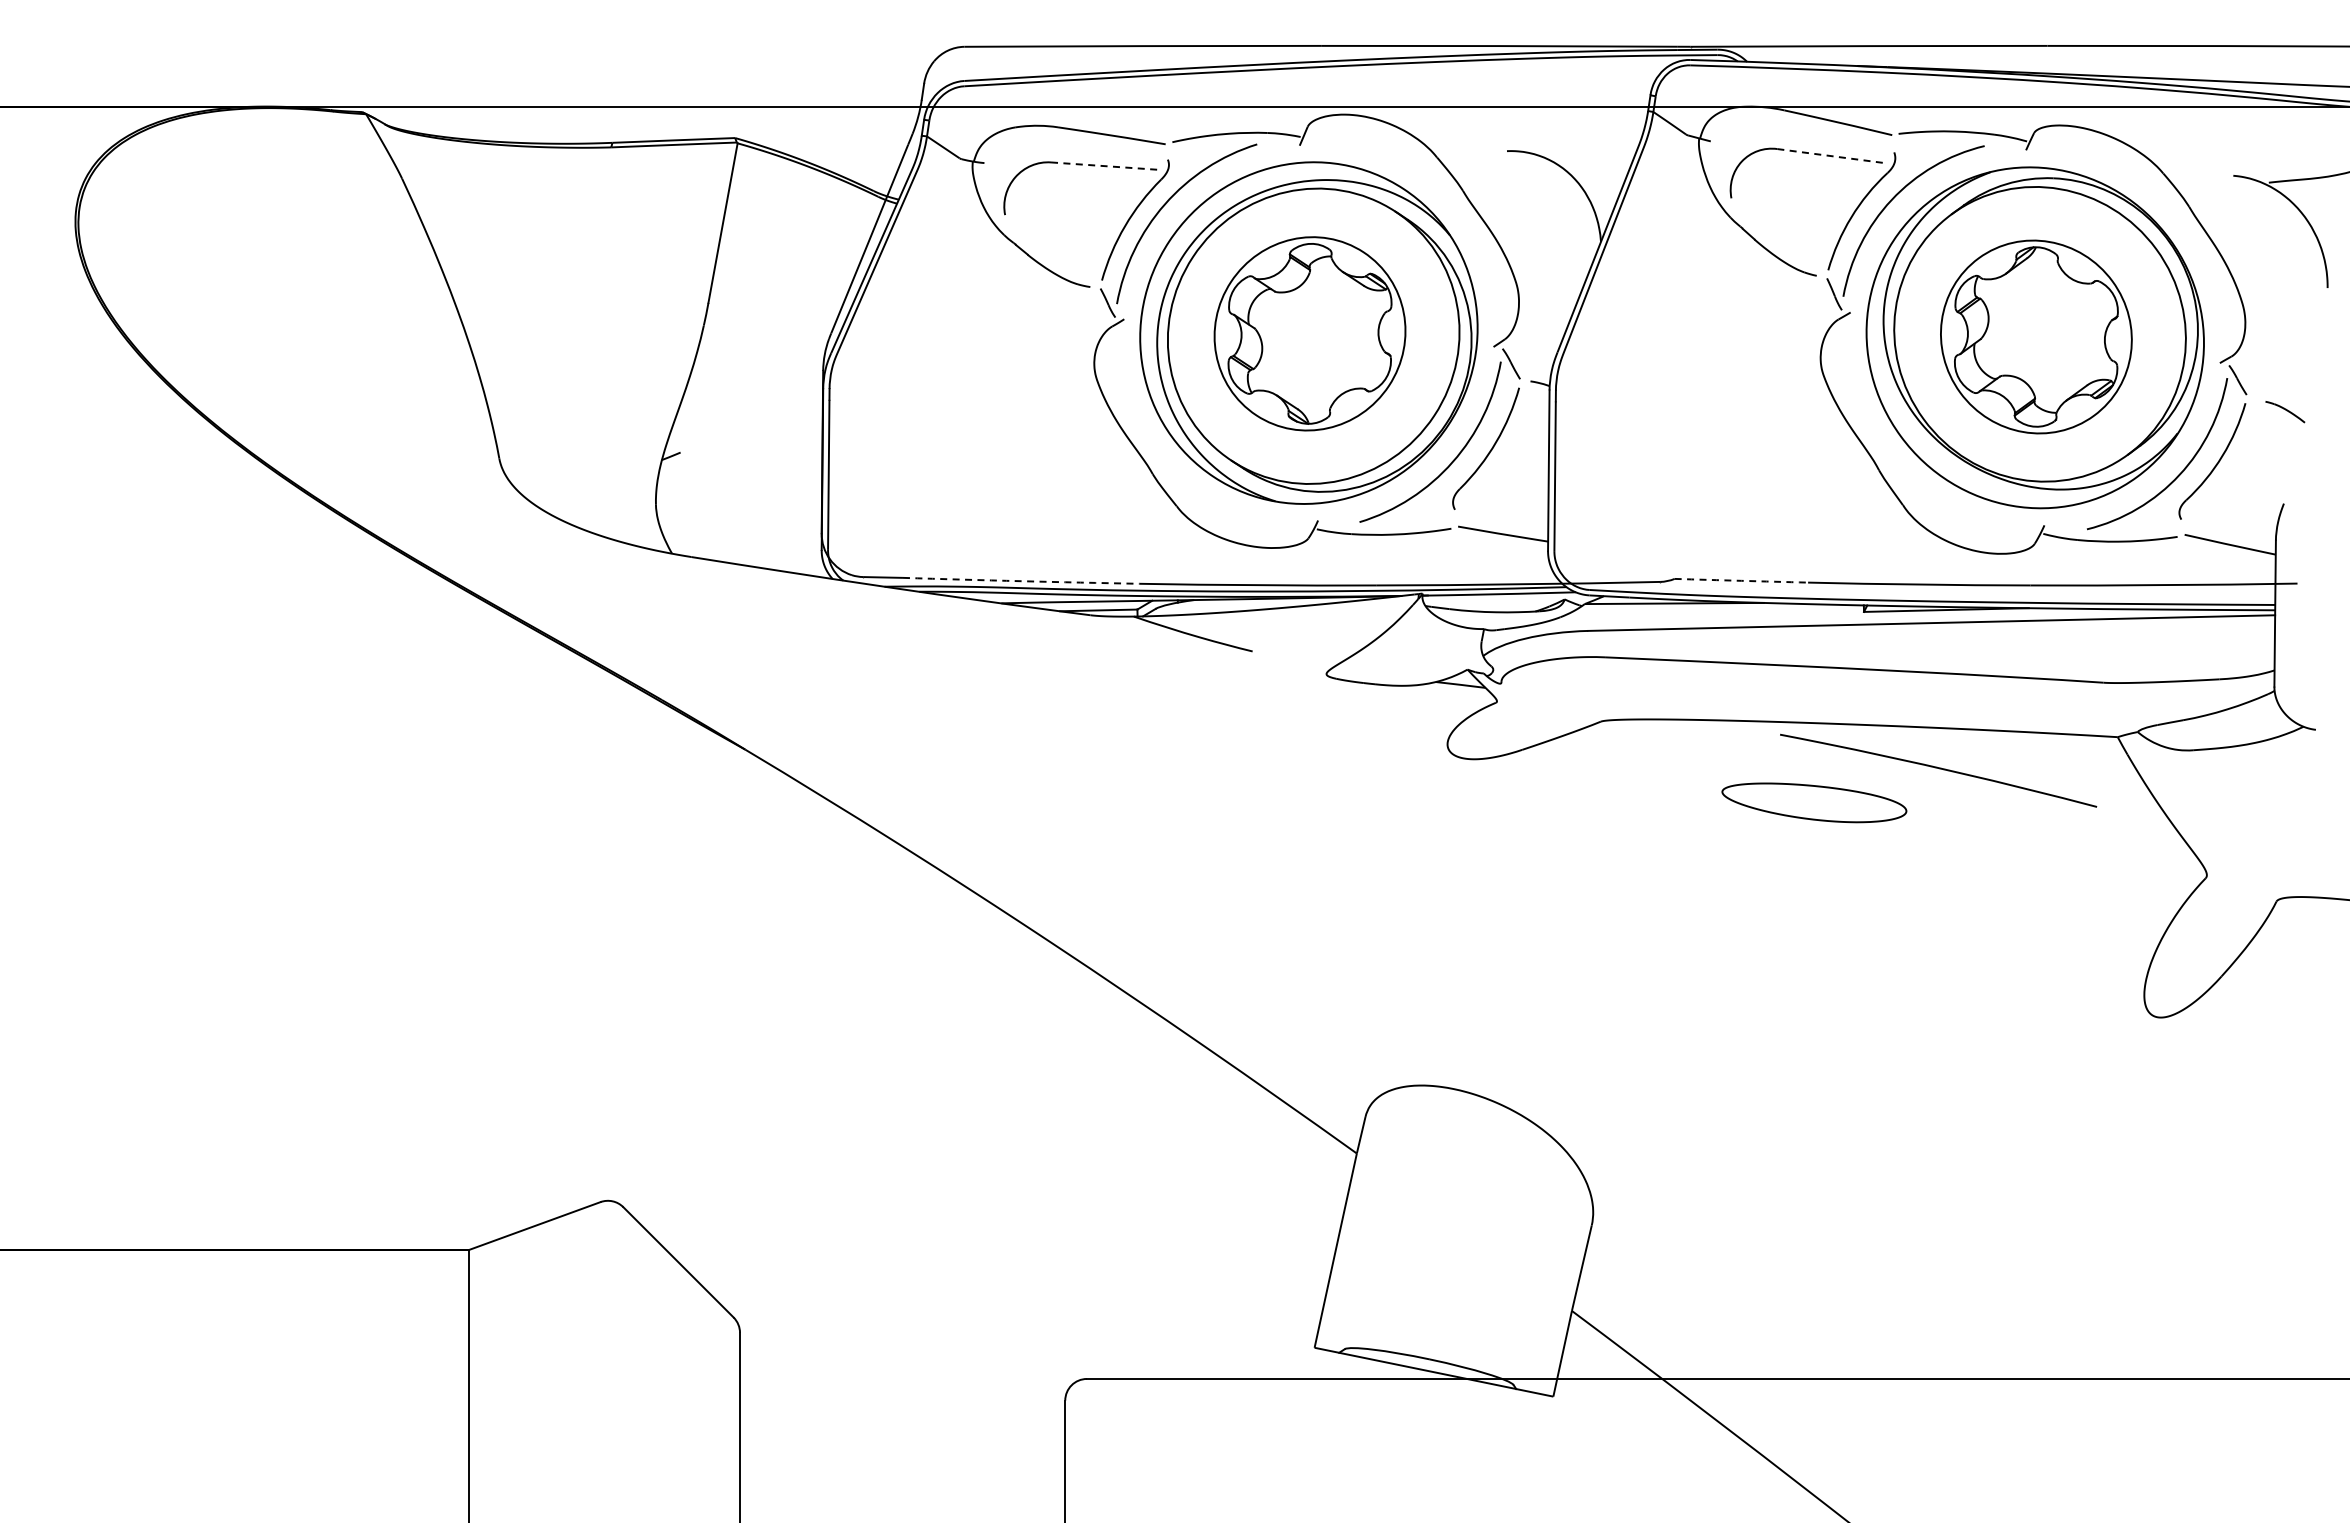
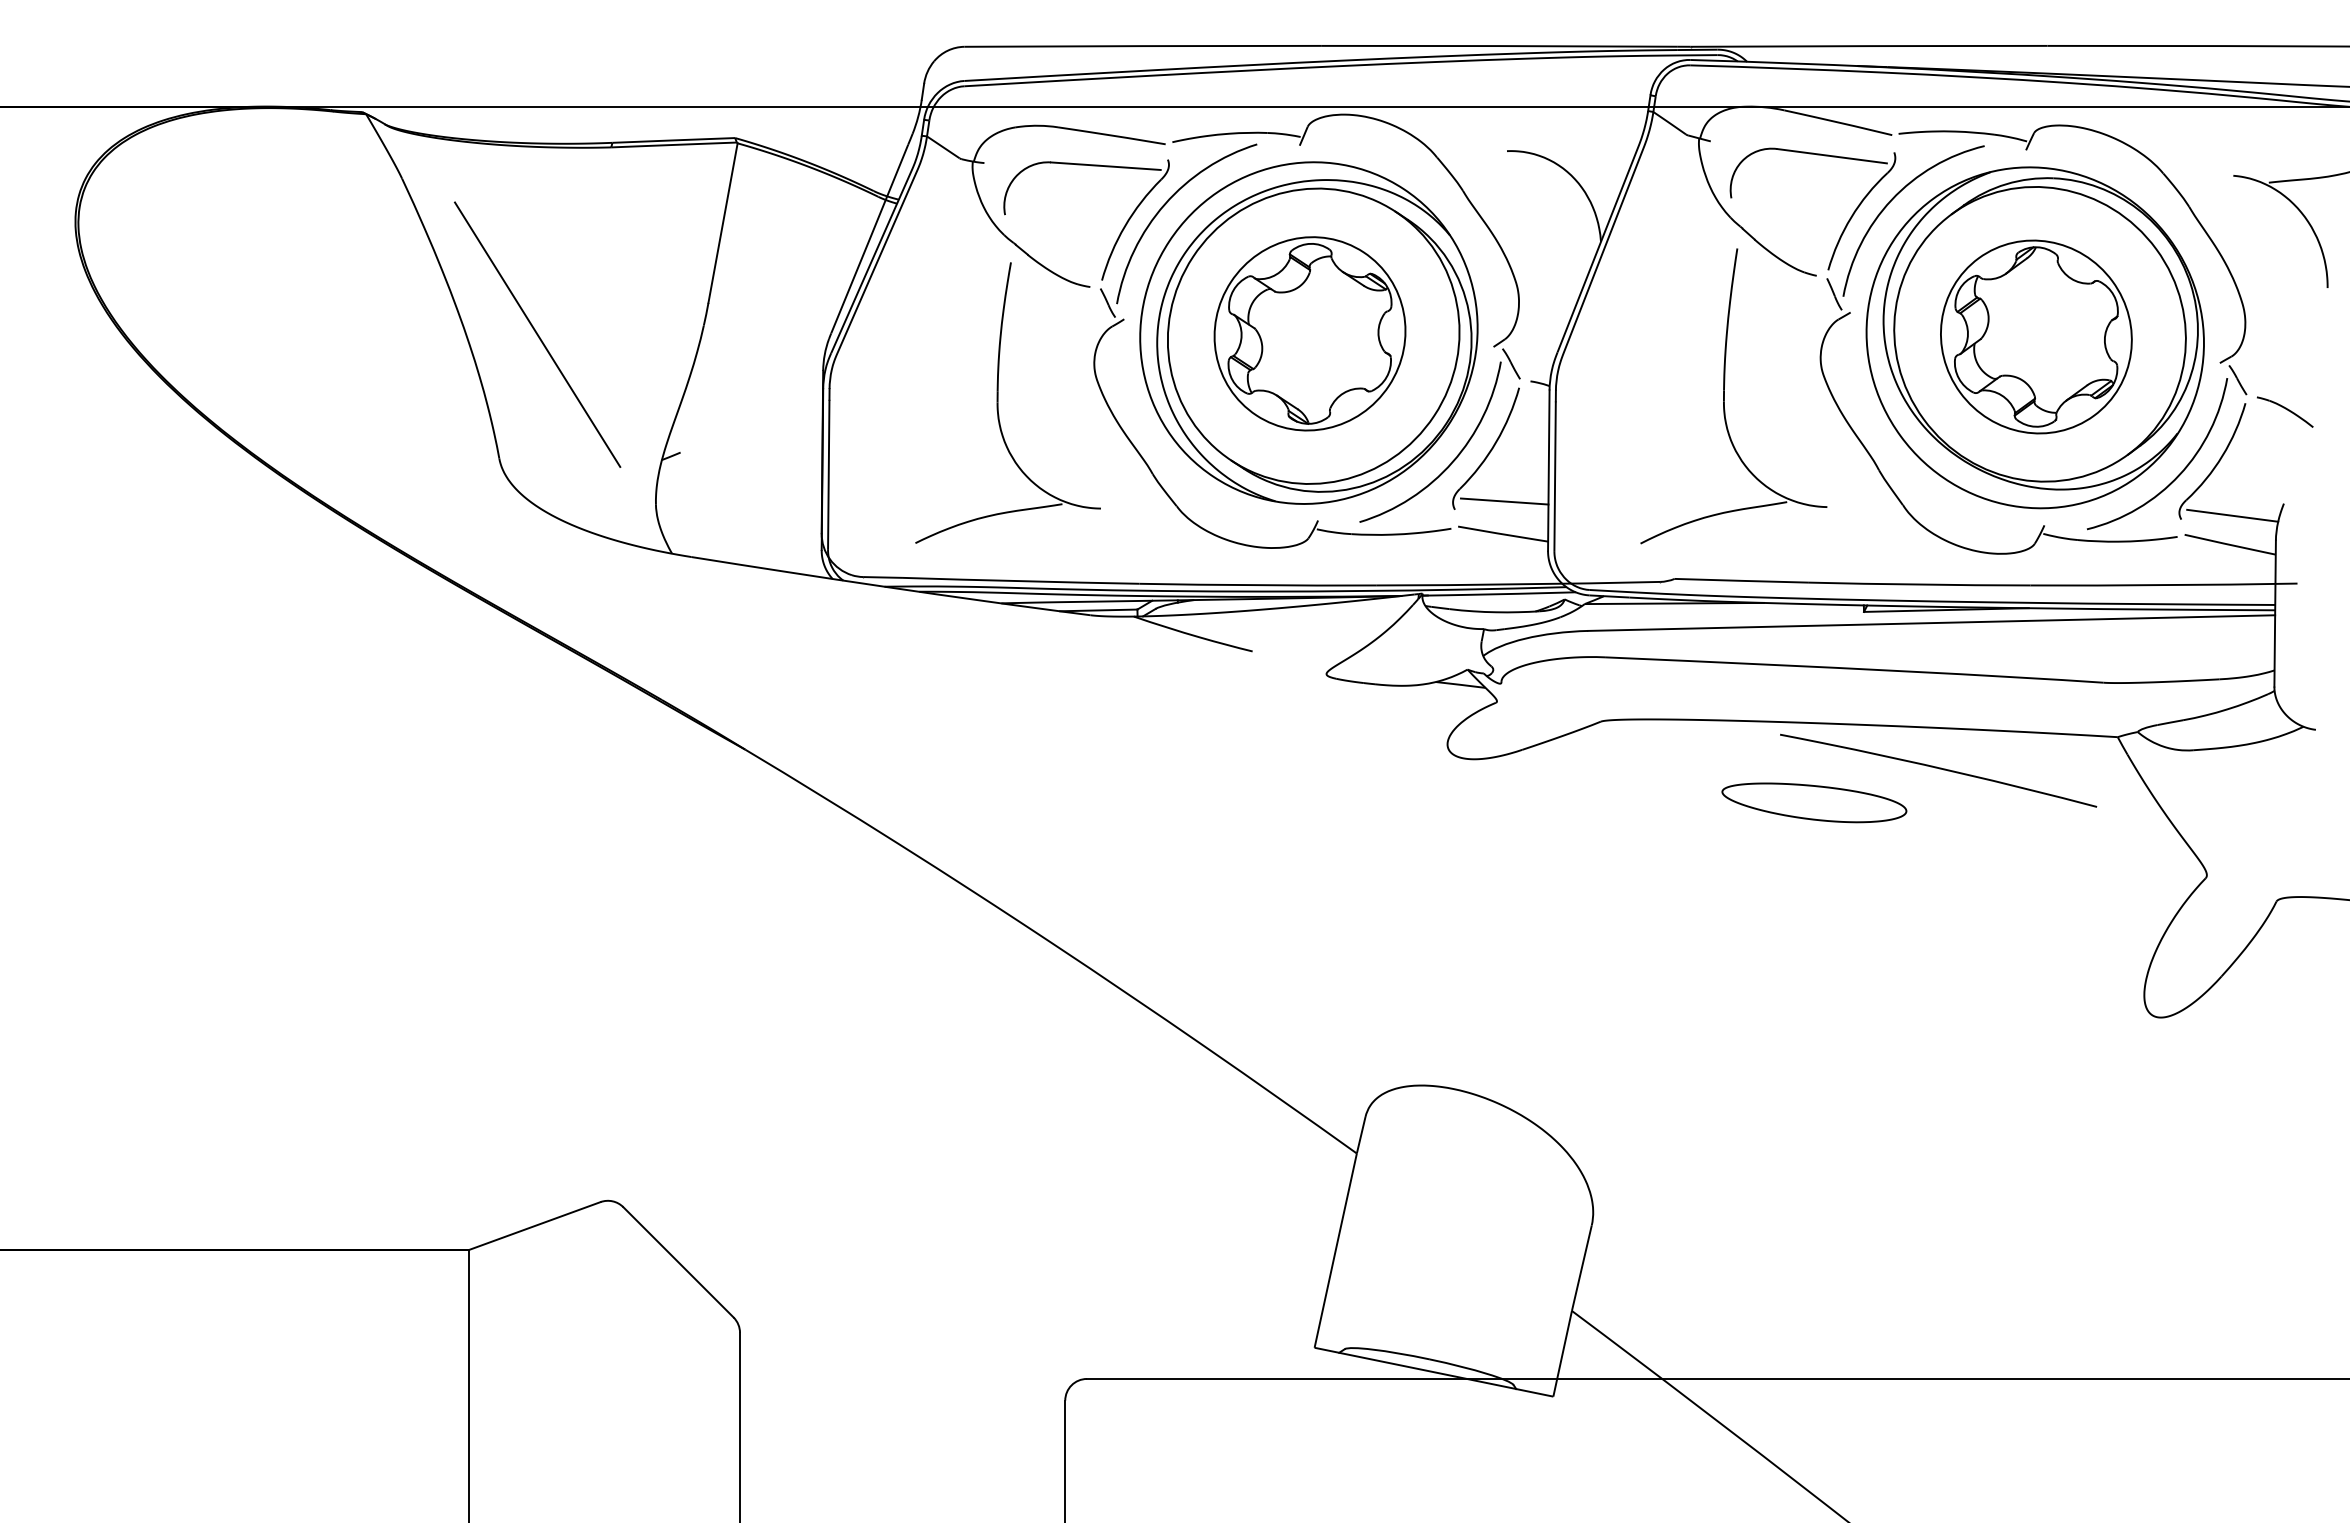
line at (1832, 156): dashed -> solid
line at (1105, 166): dashed -> solid
line at (537, 334): none -> present
part at (1724, 396): none -> present
part at (998, 402): none -> present
part at (2285, 412) size: 41x23 px -> 57x32 px
line at (1504, 501): none -> present
line at (2232, 515): none -> present
arc at (1741, 580): dashed -> solid
arc at (1021, 581): dashed -> solid
